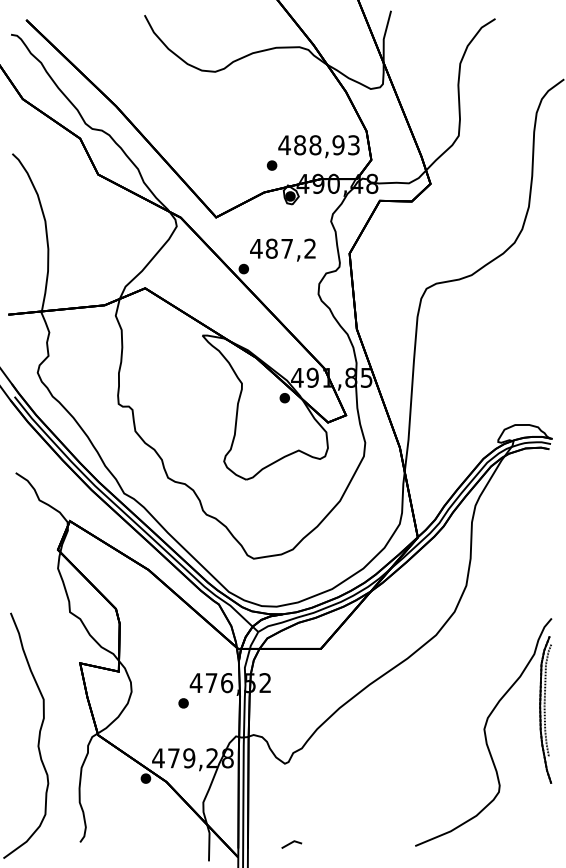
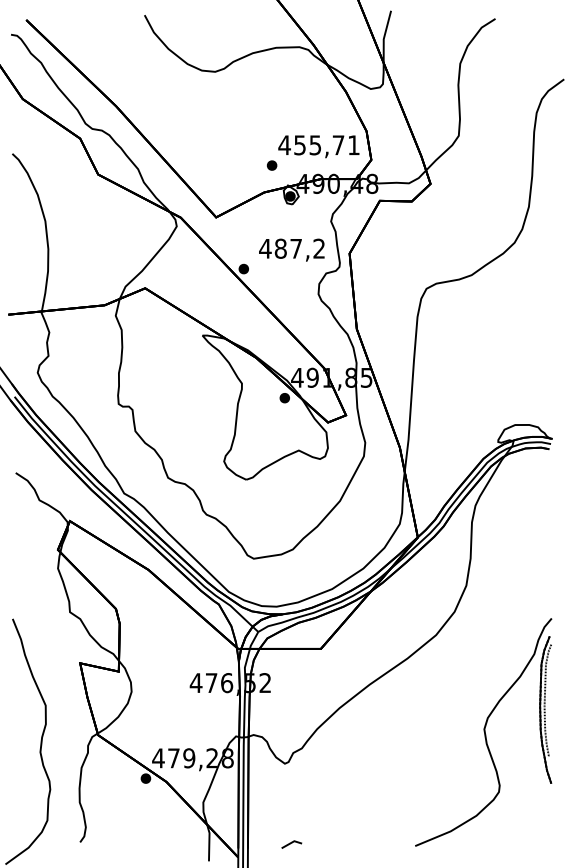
text at (326, 145): 488,93 -> 455,71
text at (282, 249) position: (282, 249) -> (291, 249)
part at (183, 703): present -> none
curve at (38, 735) position: (38, 735) -> (40, 741)
